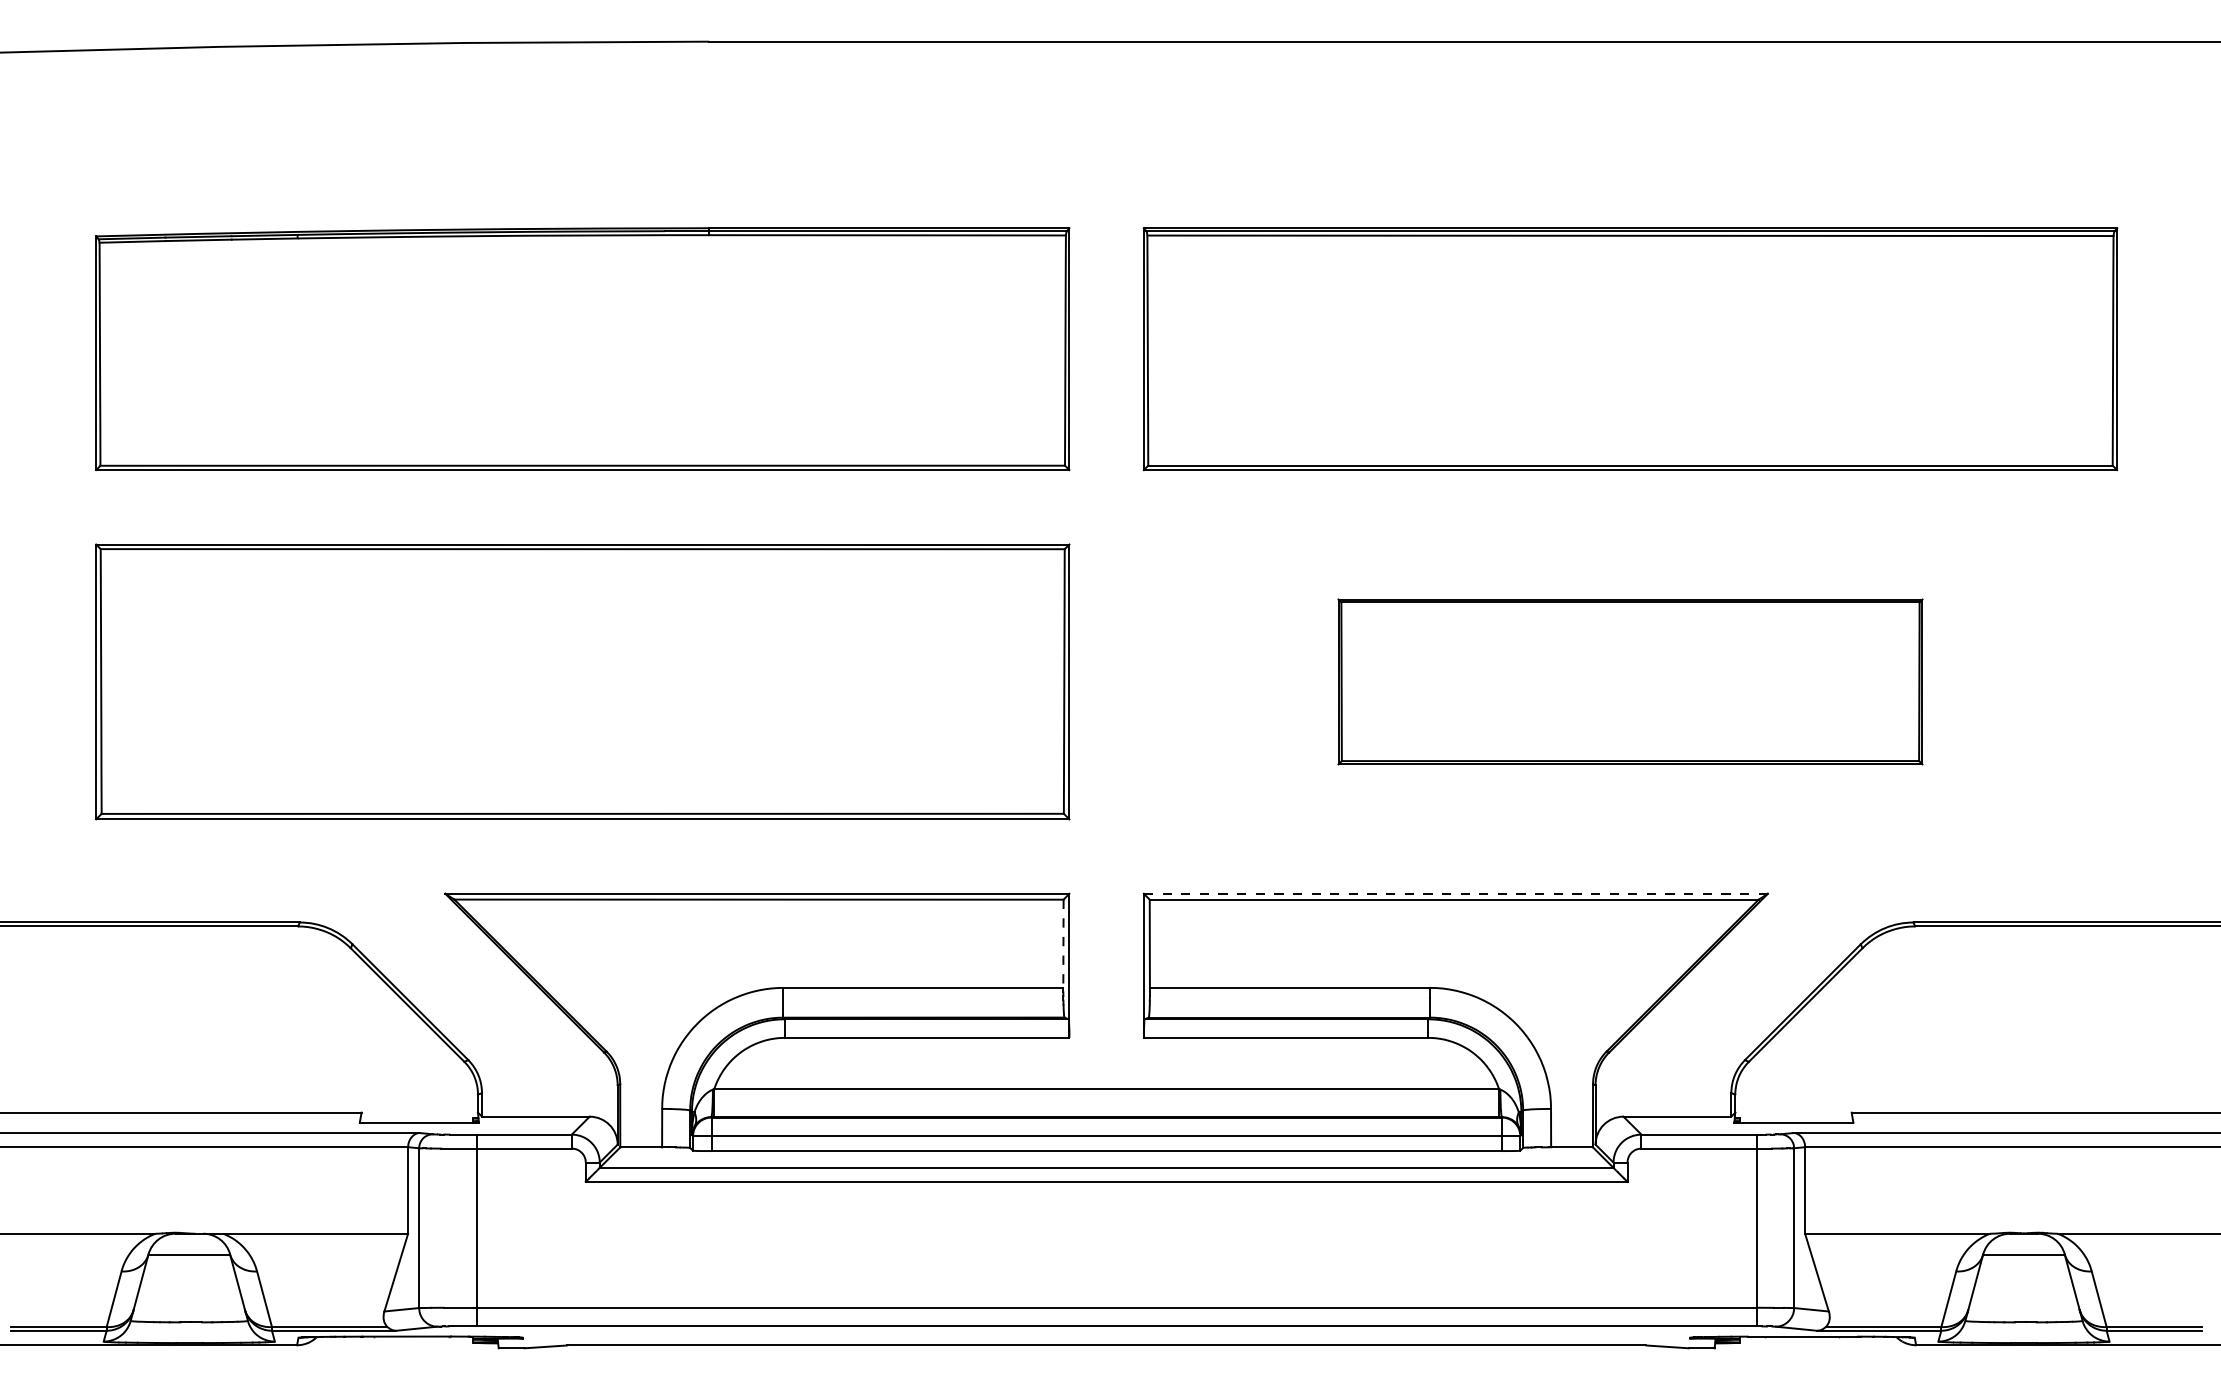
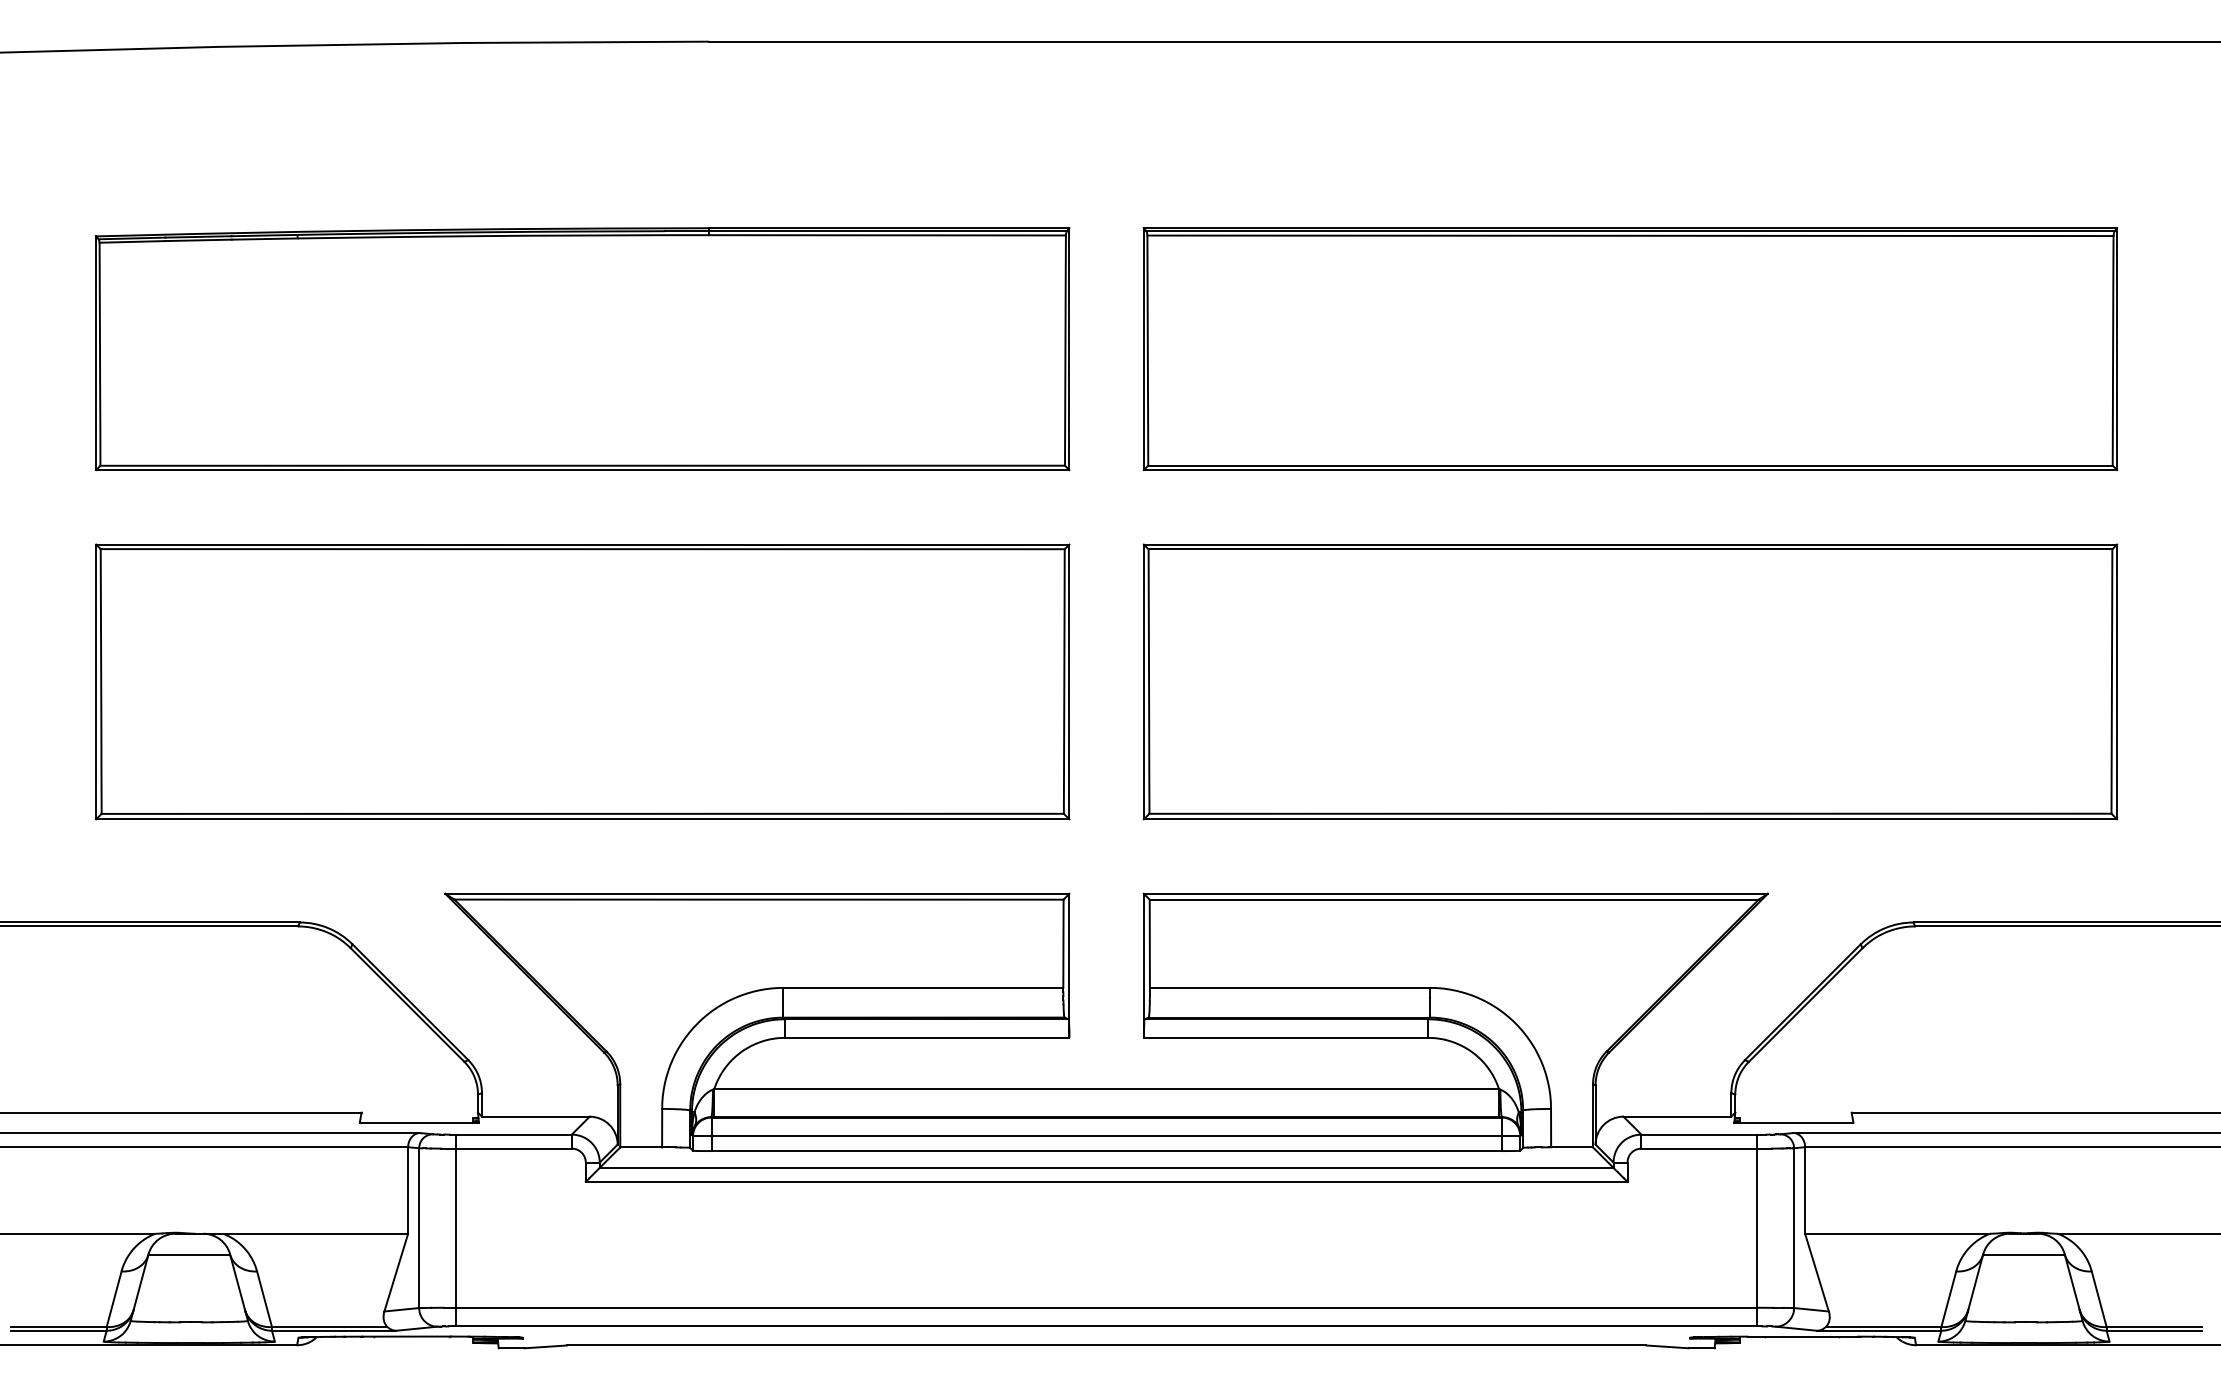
part at (1630, 681) size: 587x168 px -> 977x278 px
line at (1455, 893): dashed -> solid
line at (1063, 944): dashed -> solid
line at (476, 1230) position: (476, 1230) -> (455, 1230)
